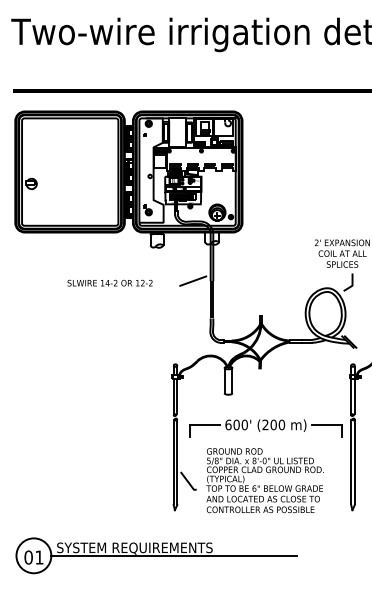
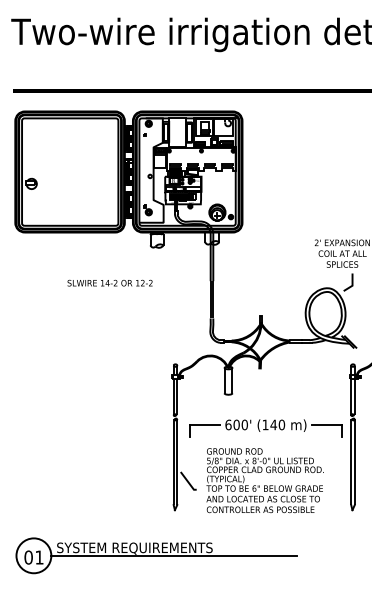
line at (193, 280): present -> none
text at (269, 424): (200 -> (140
